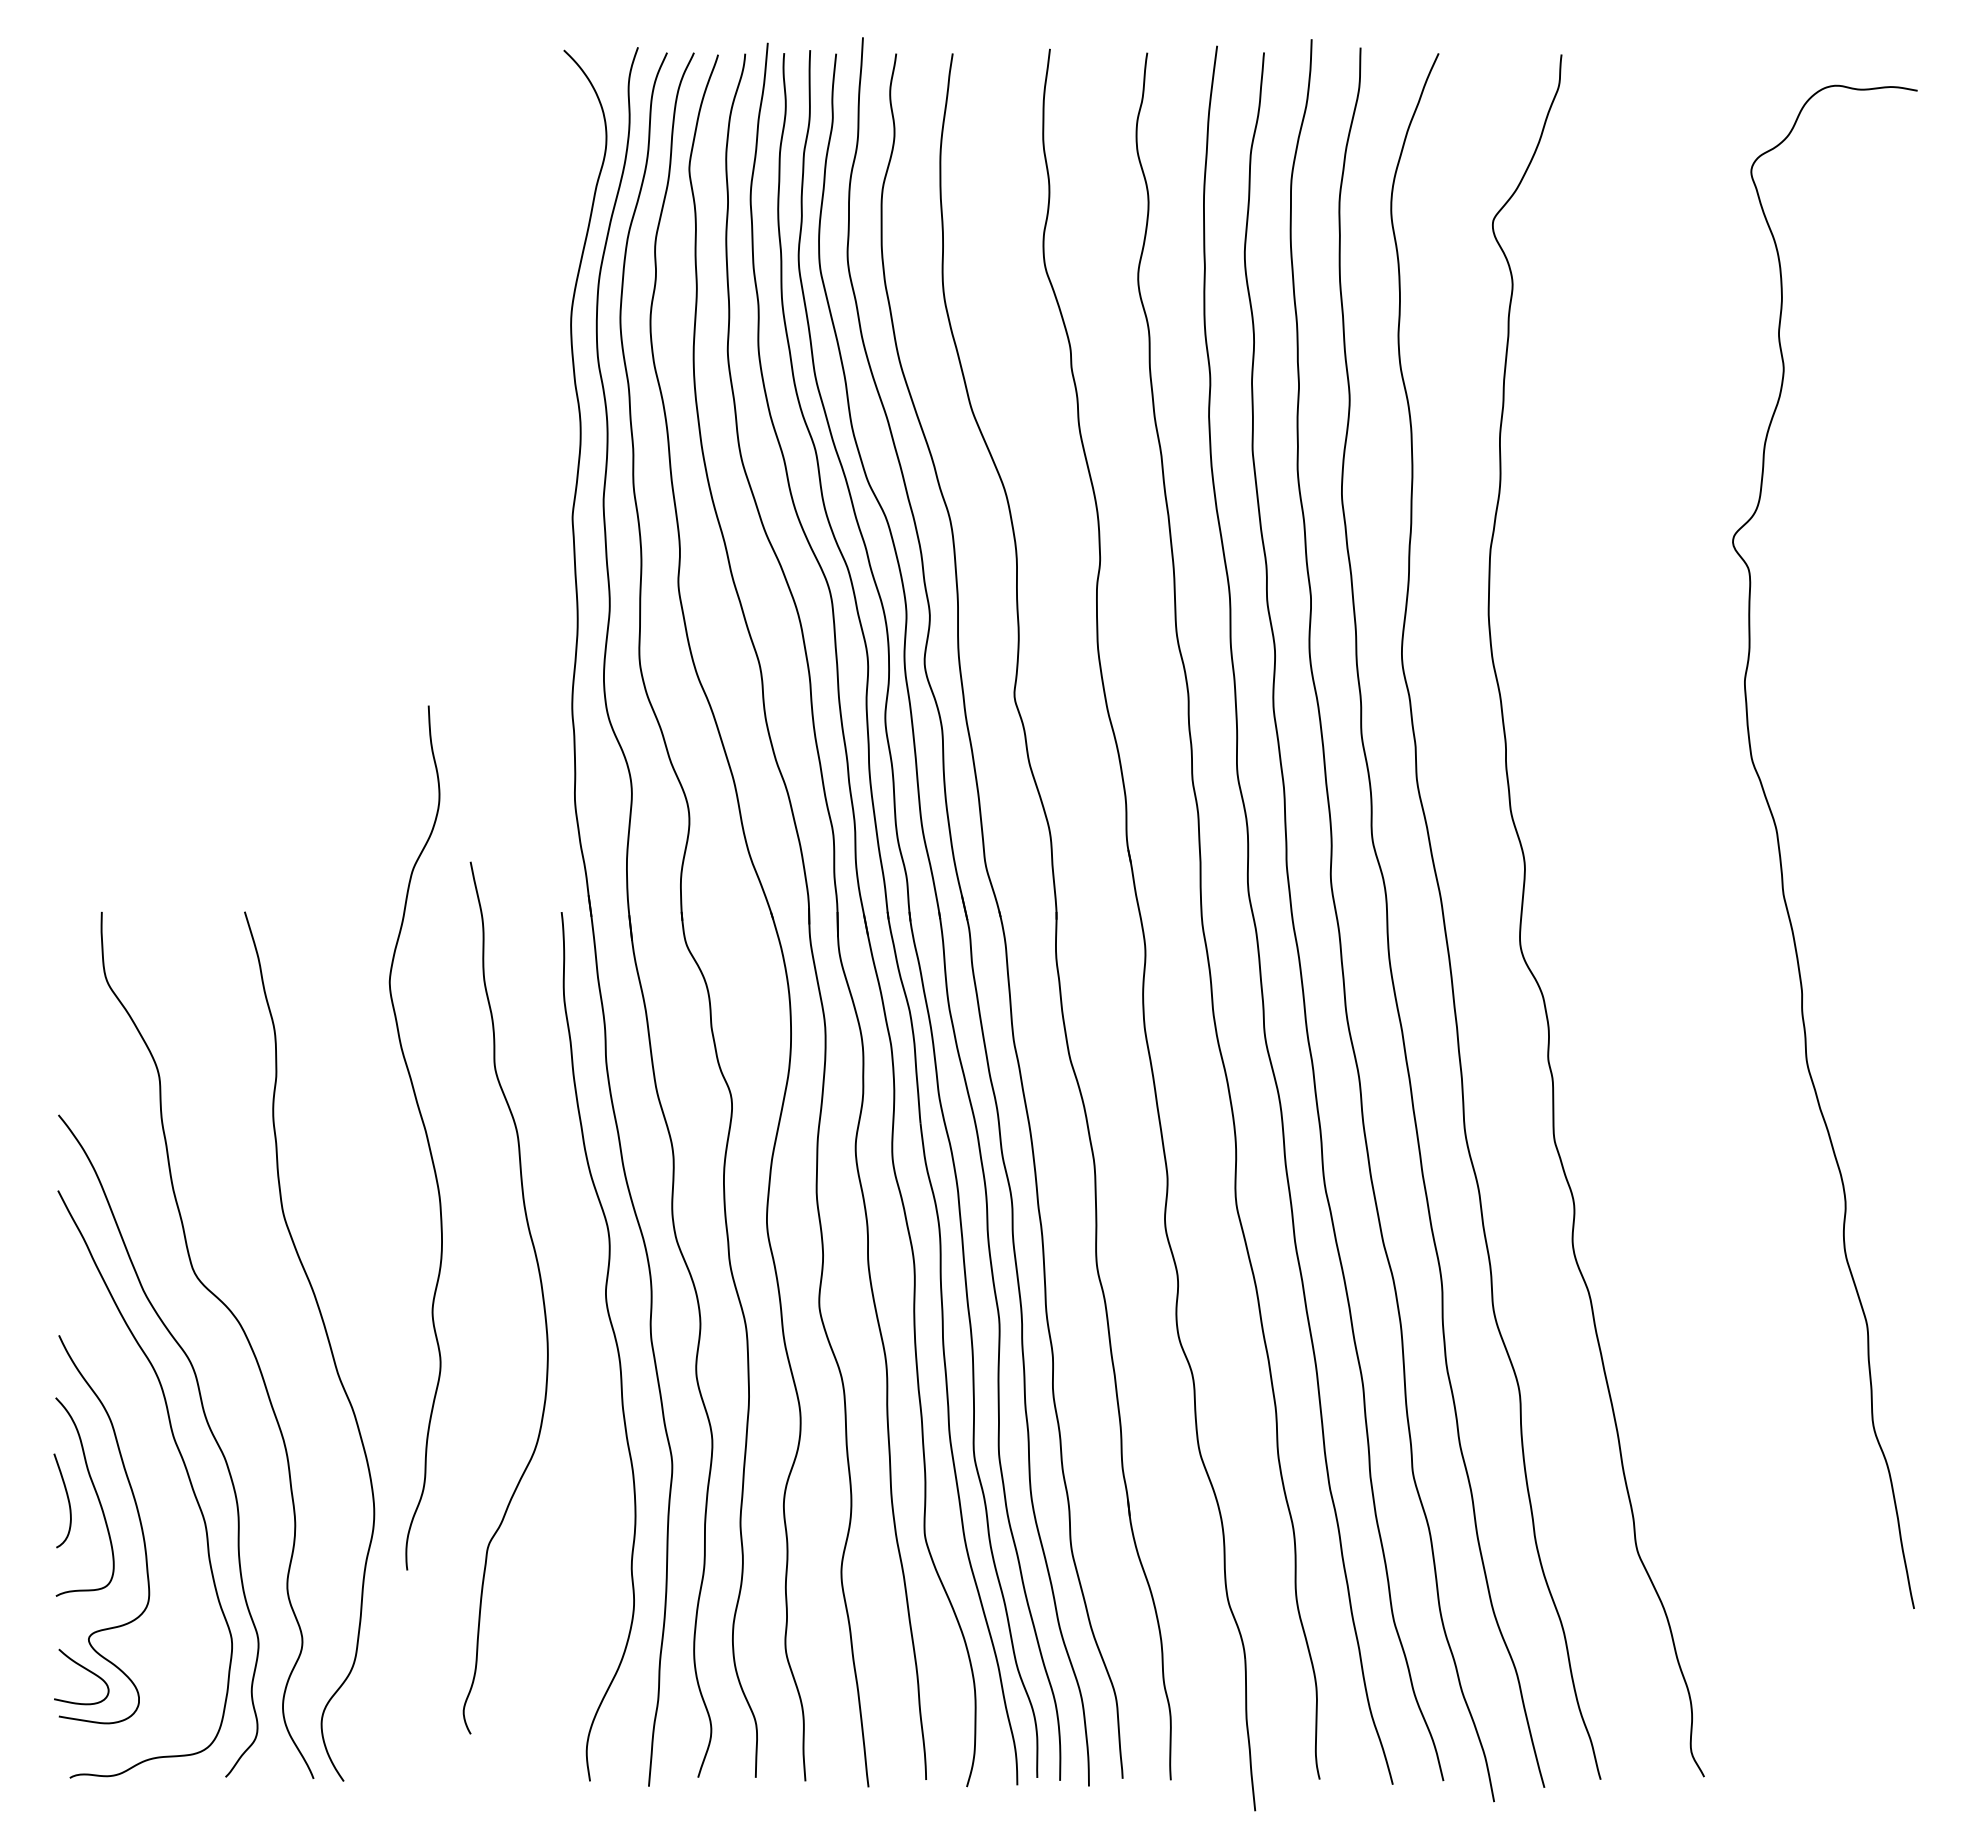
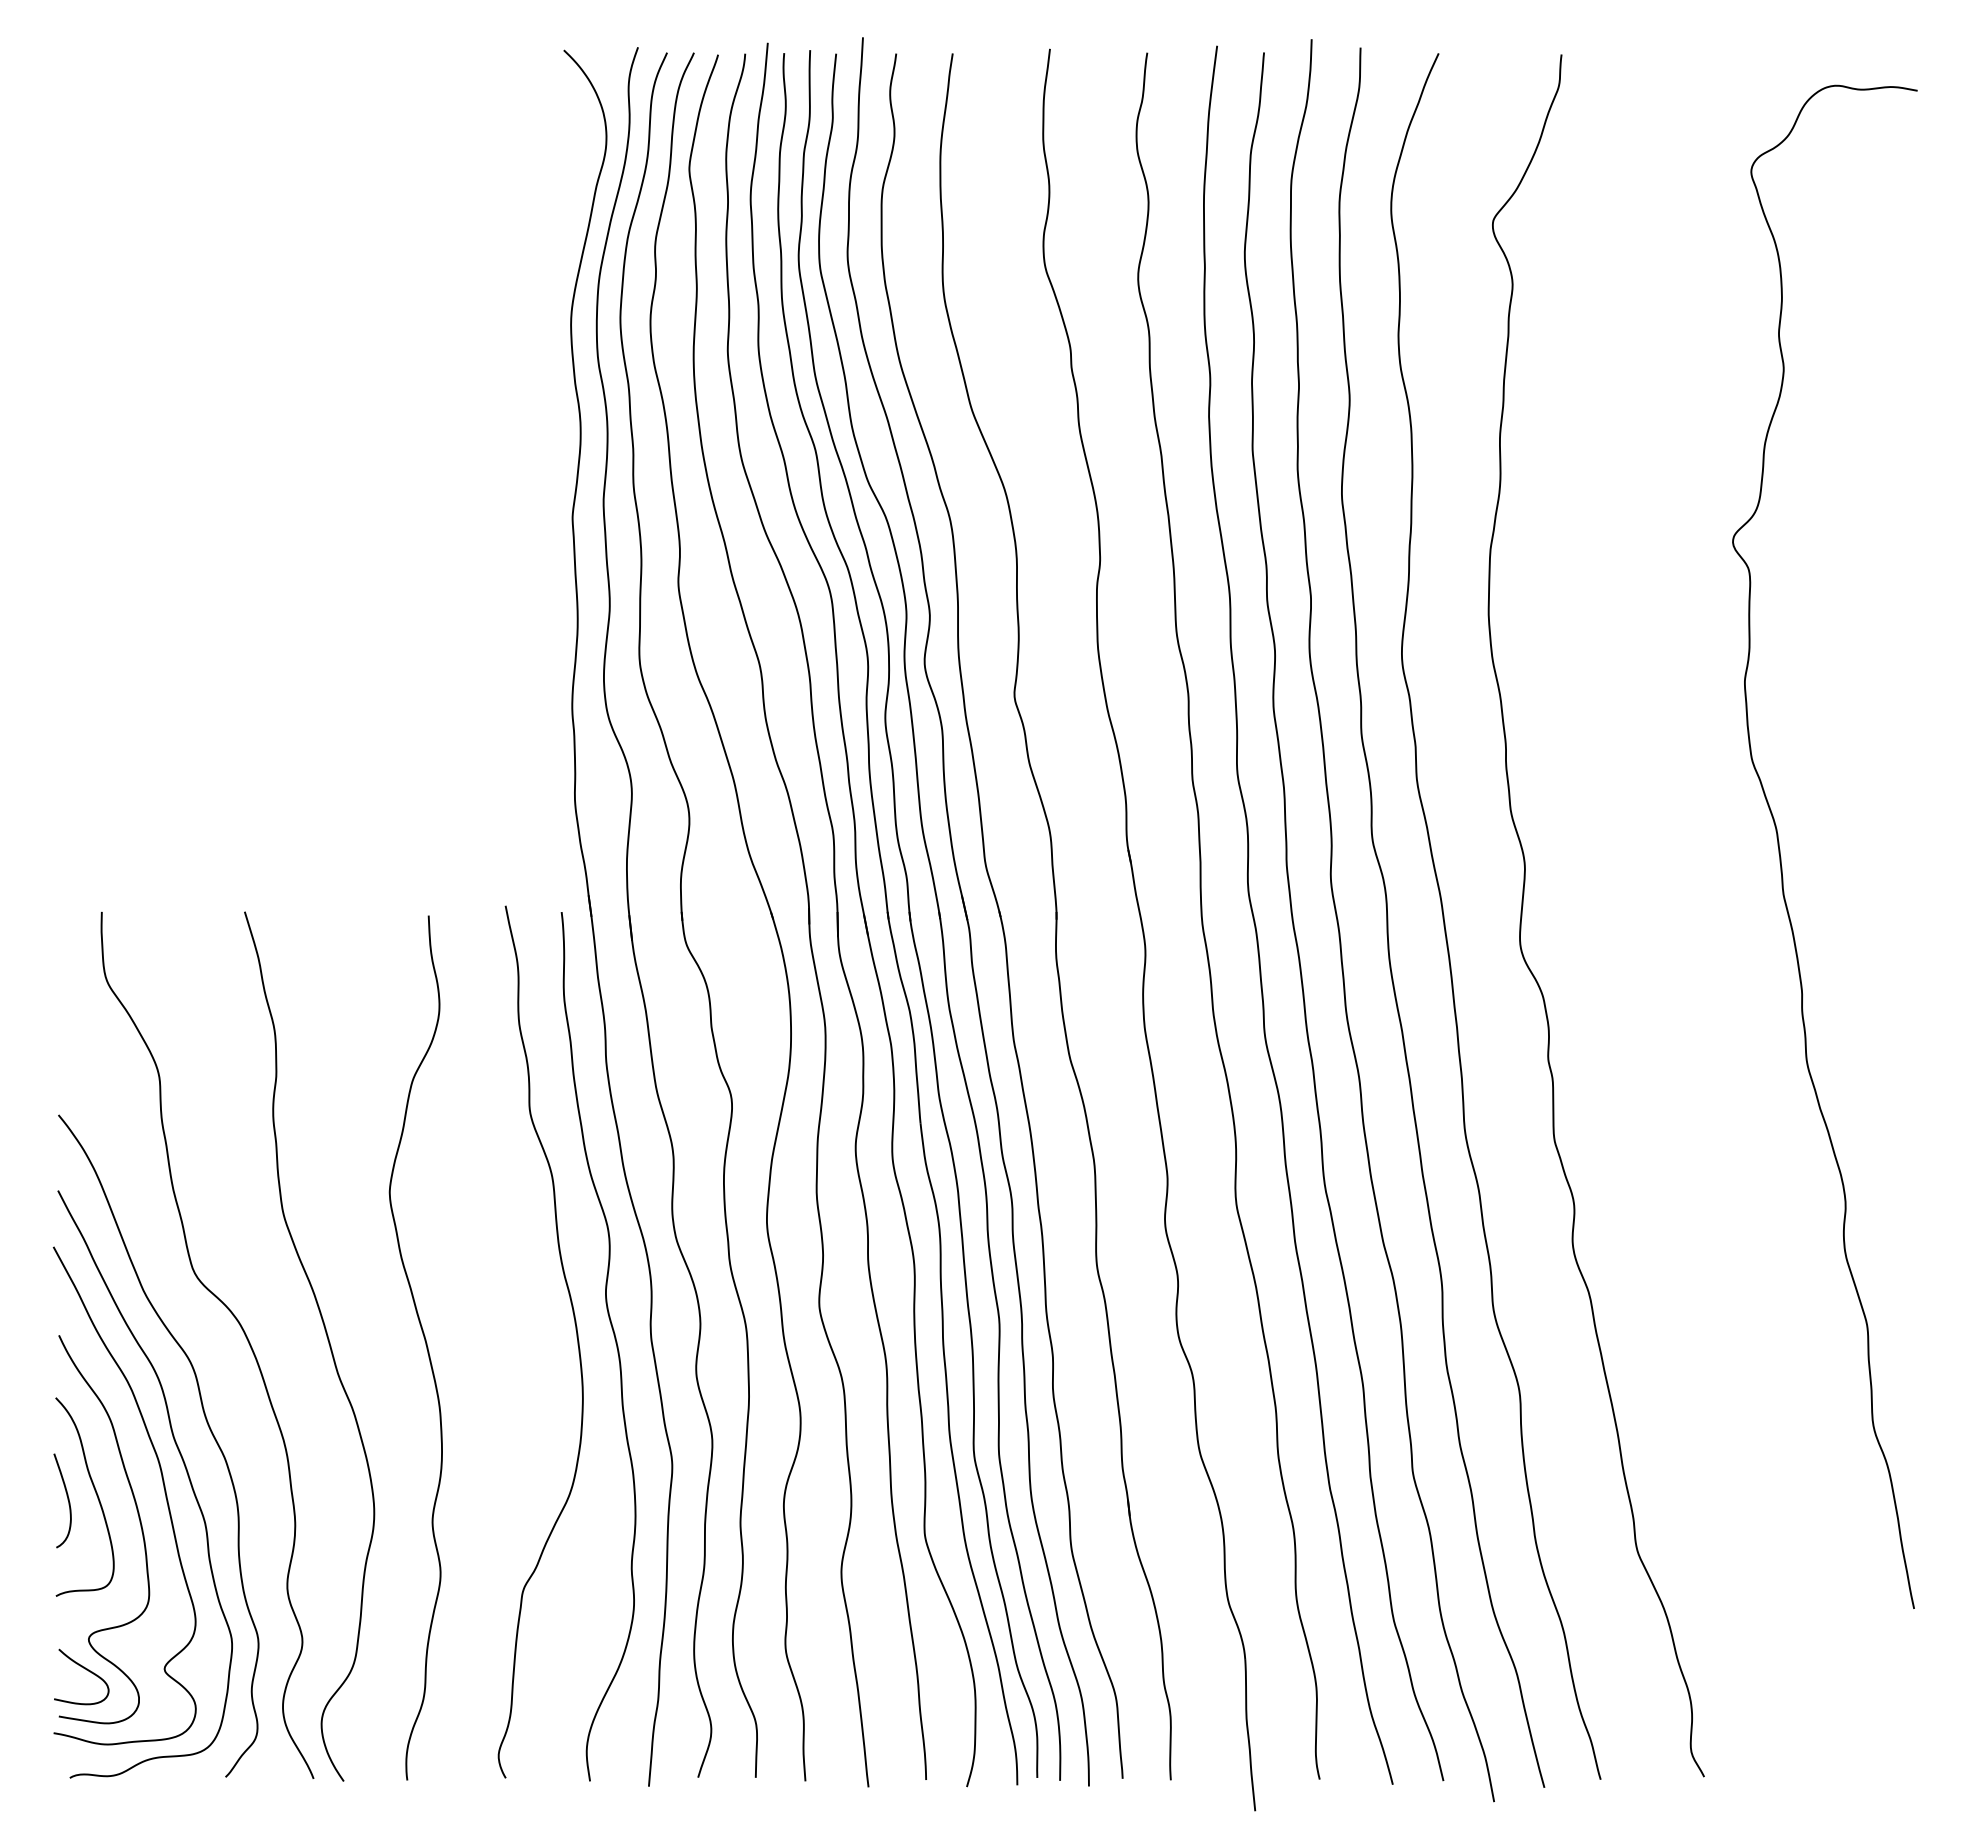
curve at (425, 1135) position: (425, 1135) -> (425, 1345)
curve at (541, 1293) position: (541, 1293) -> (576, 1337)
curve at (163, 1488): none -> present
